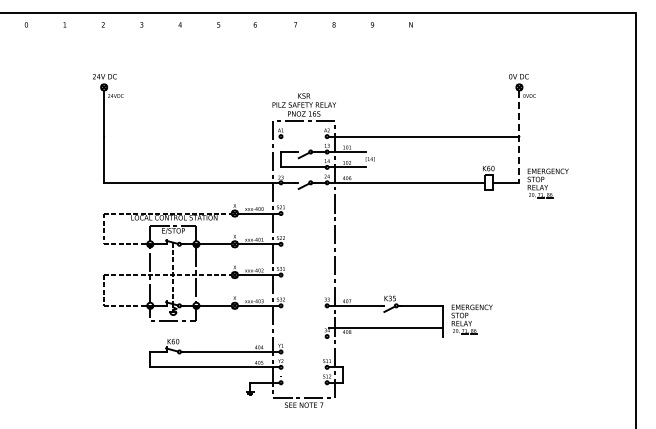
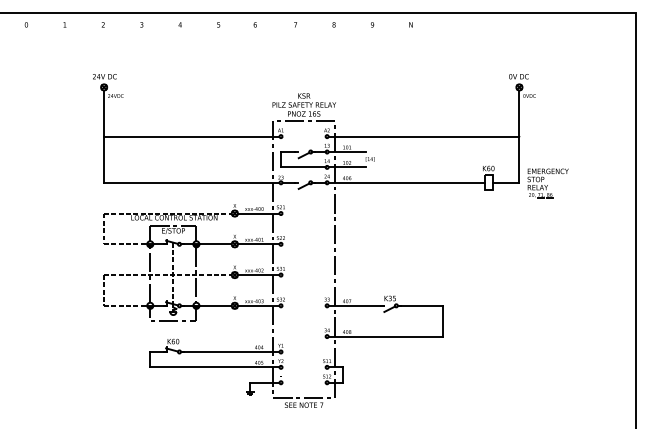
line at (191, 136): none -> present
line at (519, 137): dashed -> solid
part at (471, 319): present -> none
line at (385, 327) position: (385, 327) -> (385, 336)
